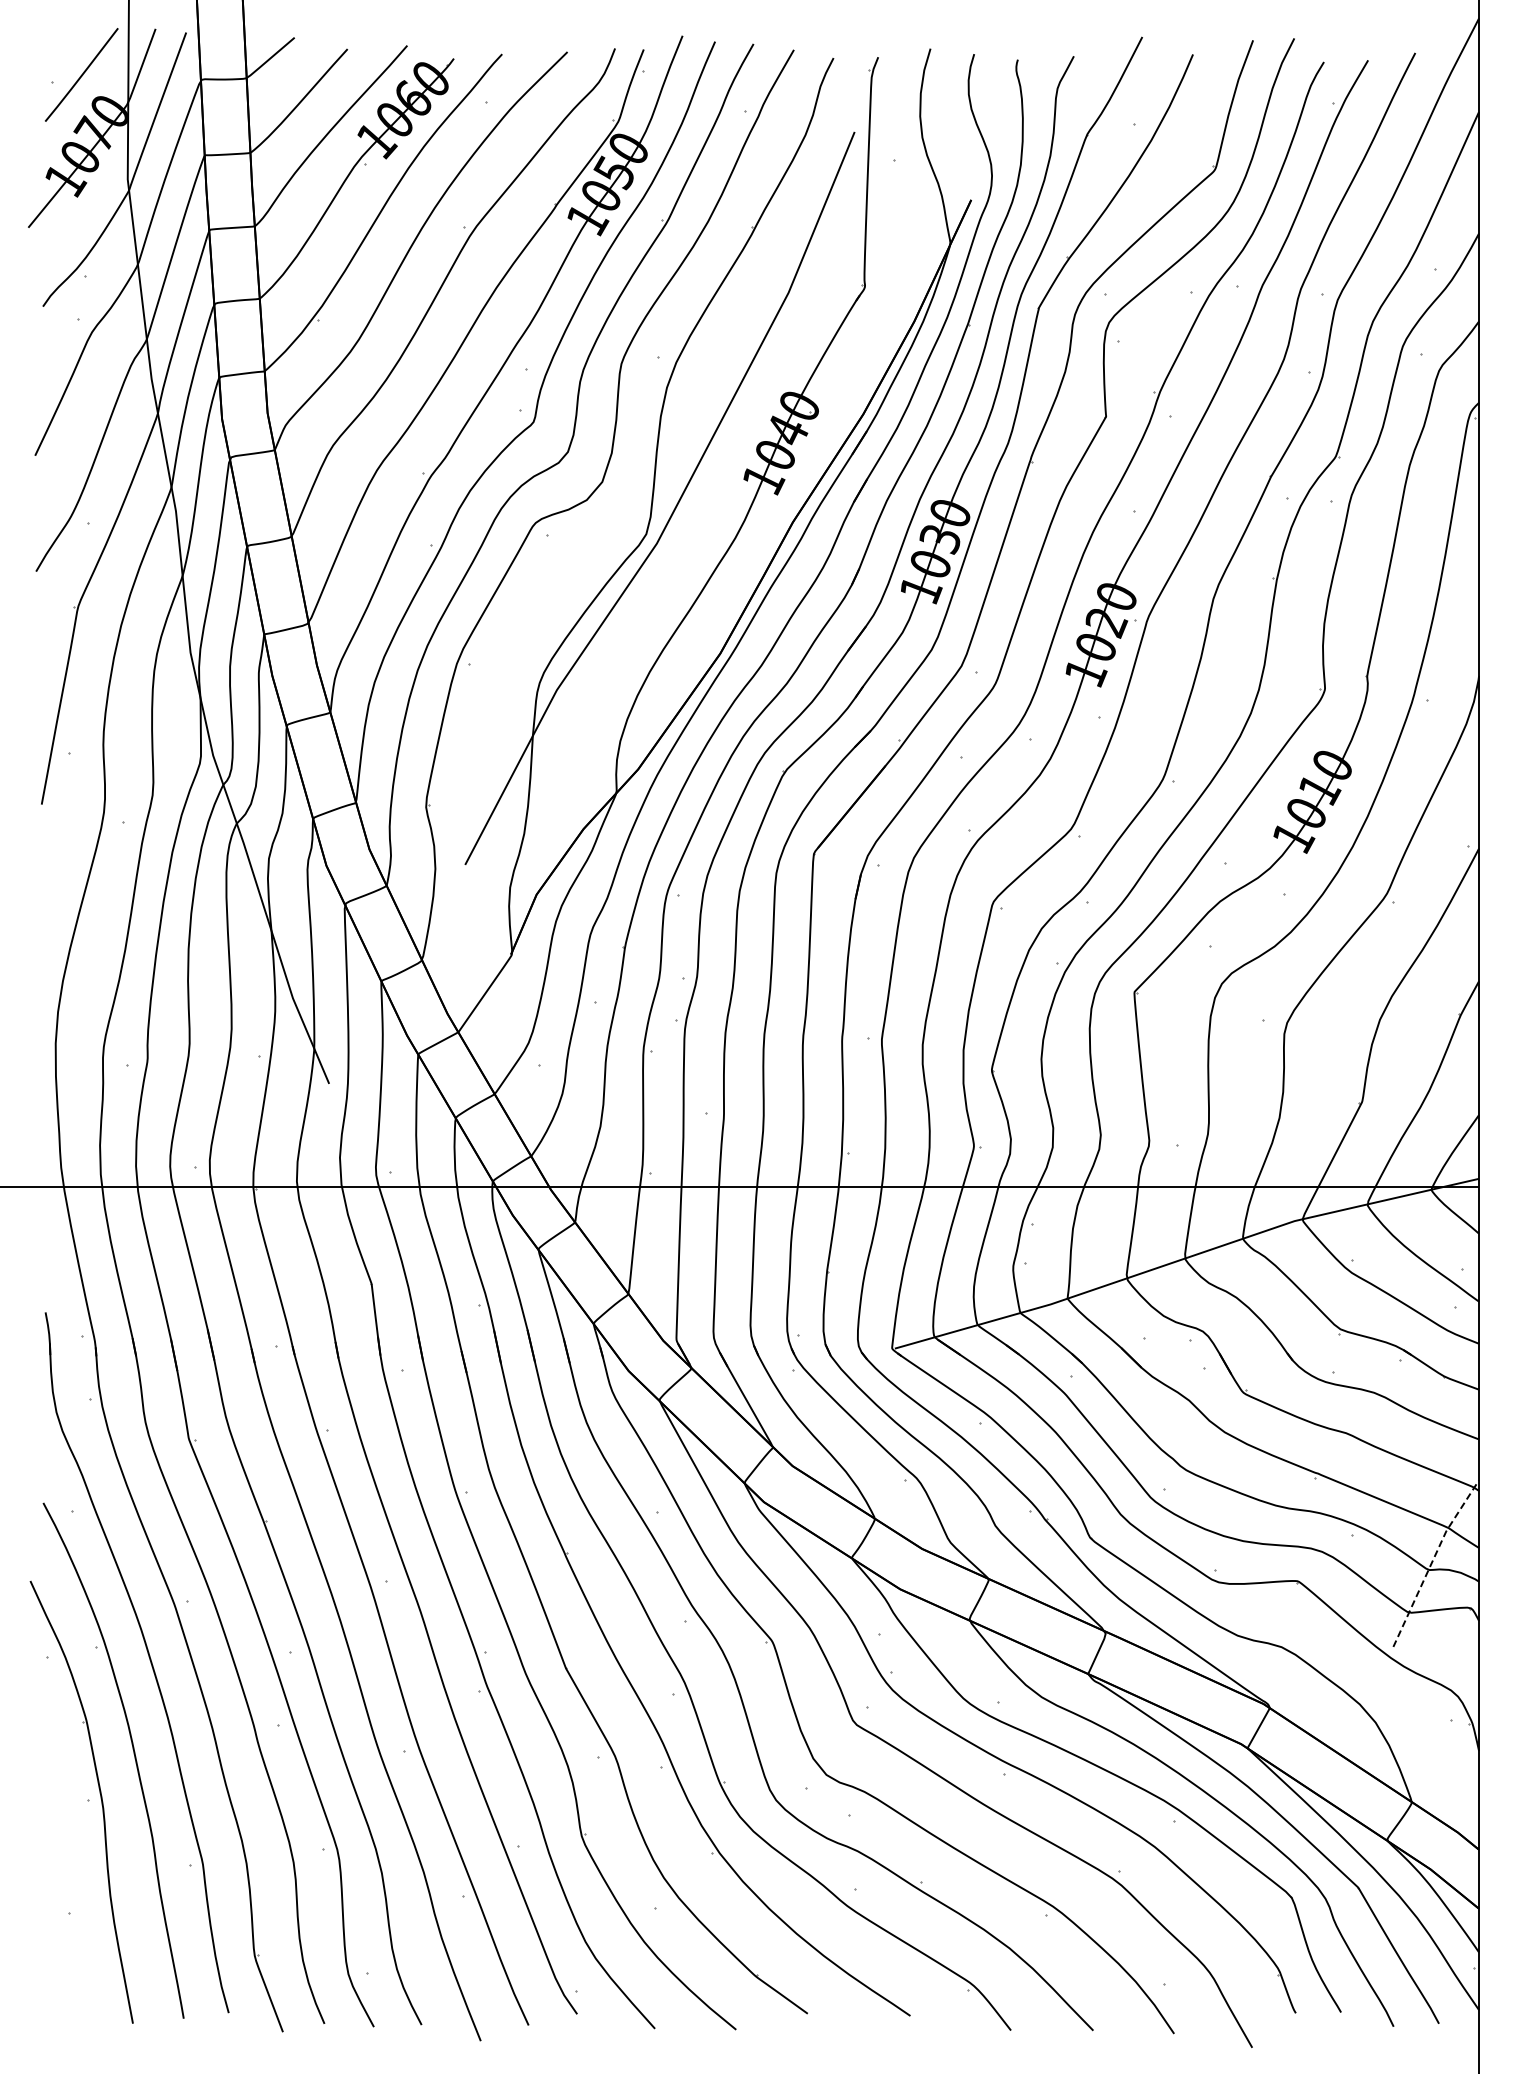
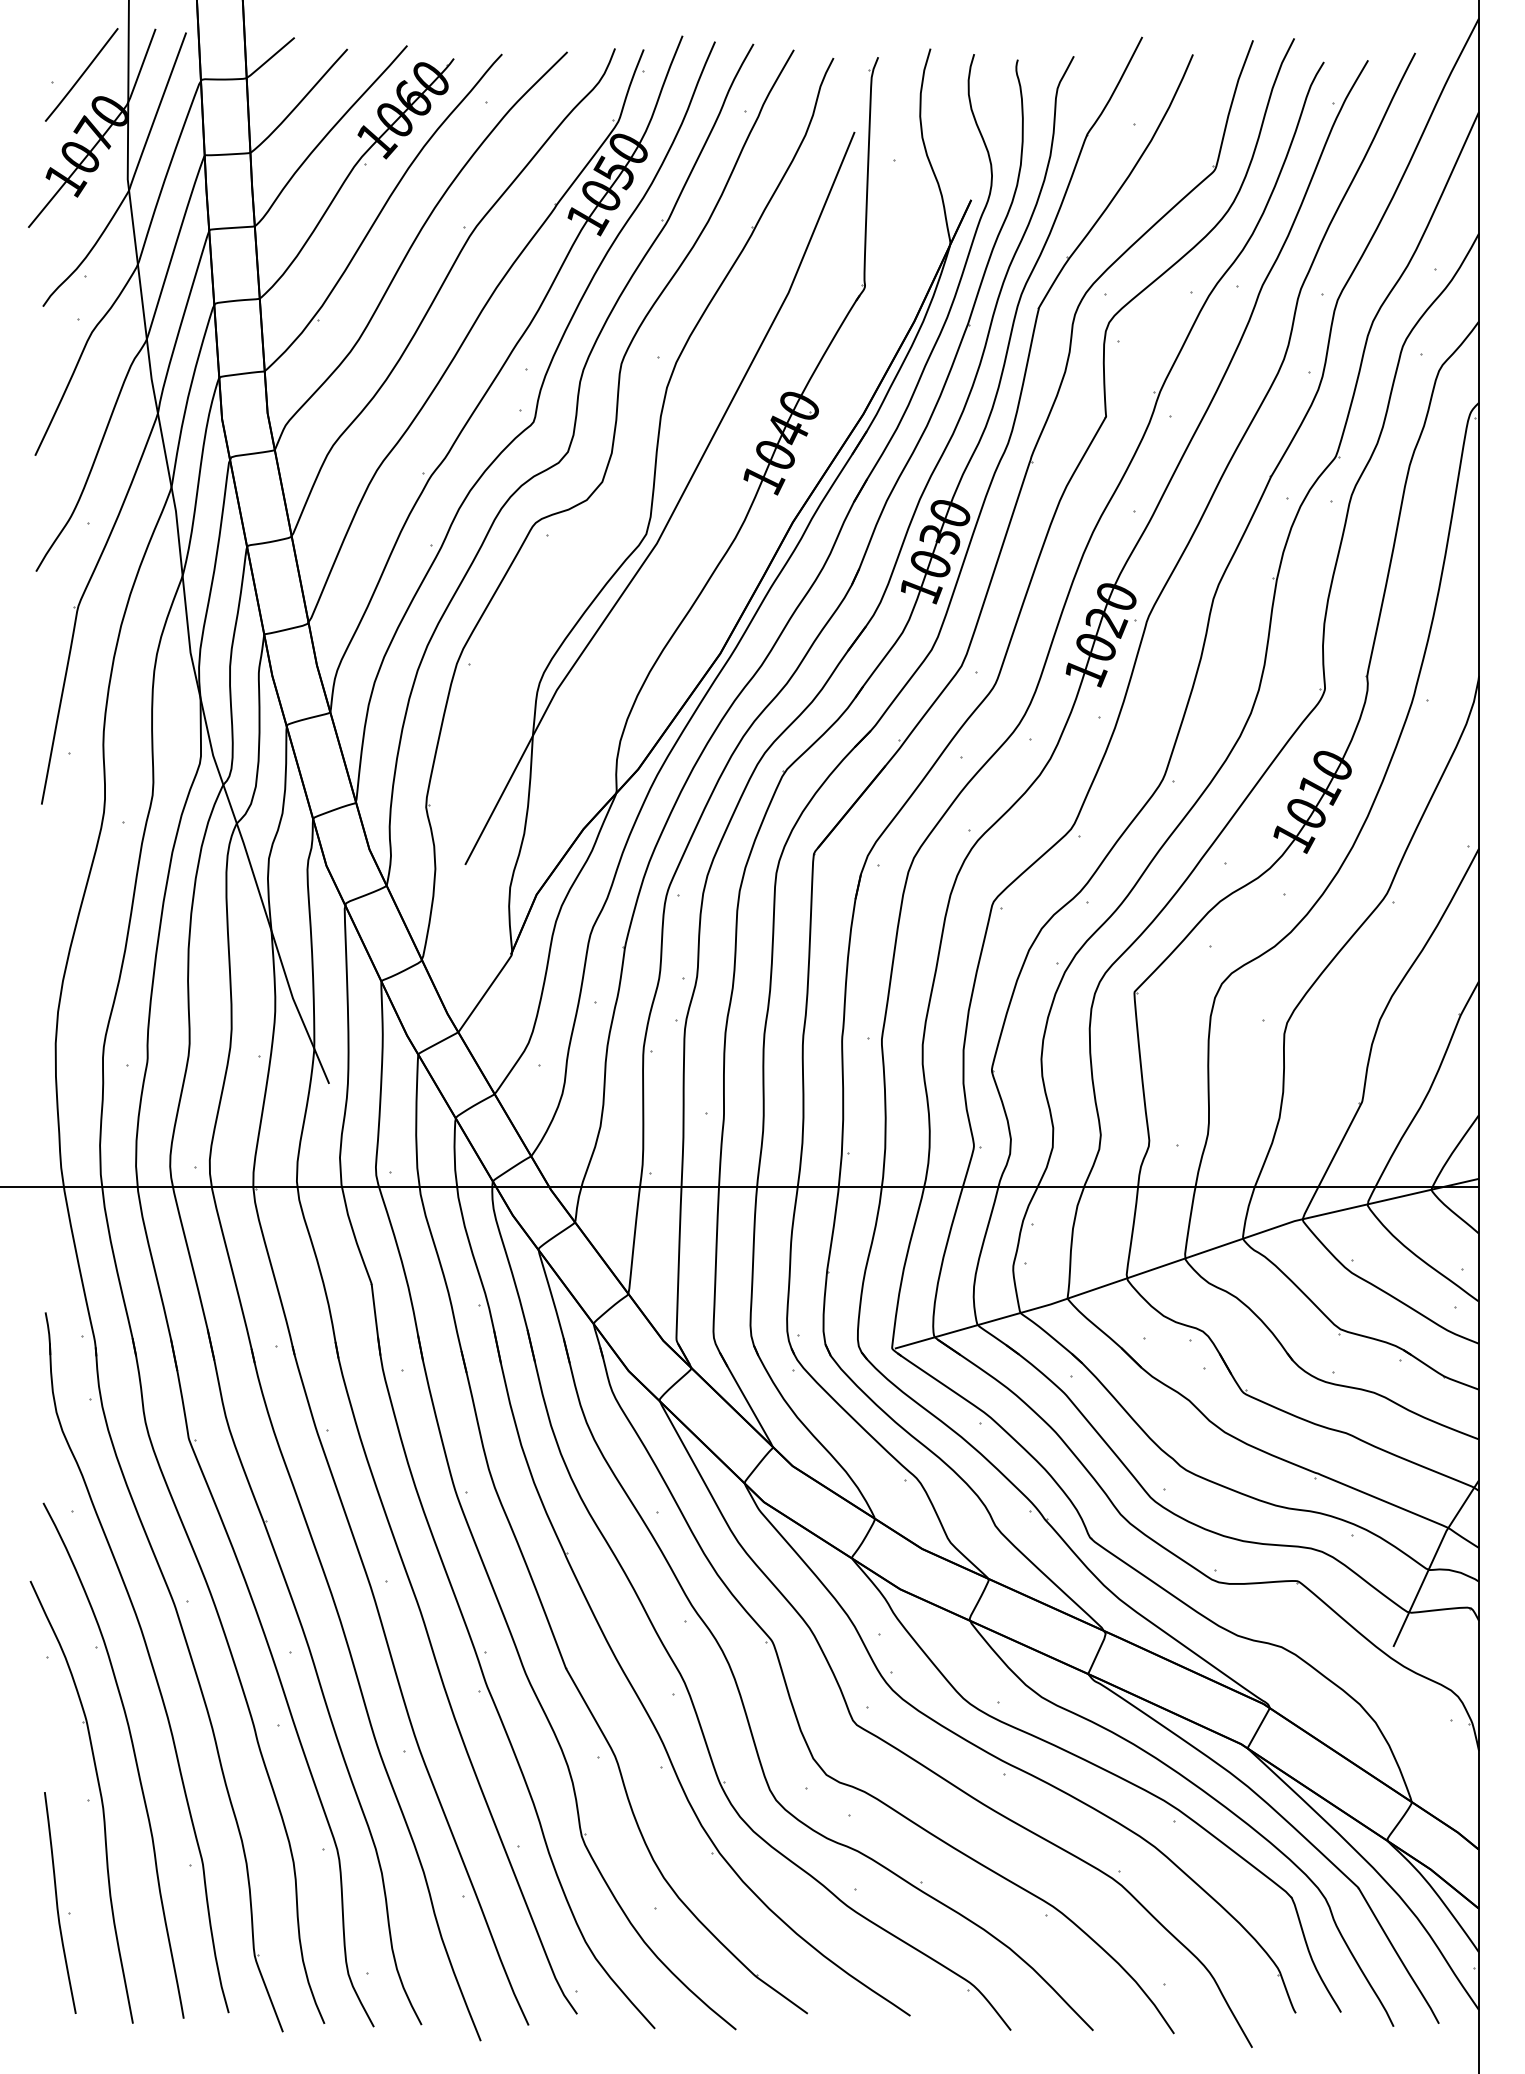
line at (1432, 1560): dashed -> solid
curve at (57, 1902): none -> present
